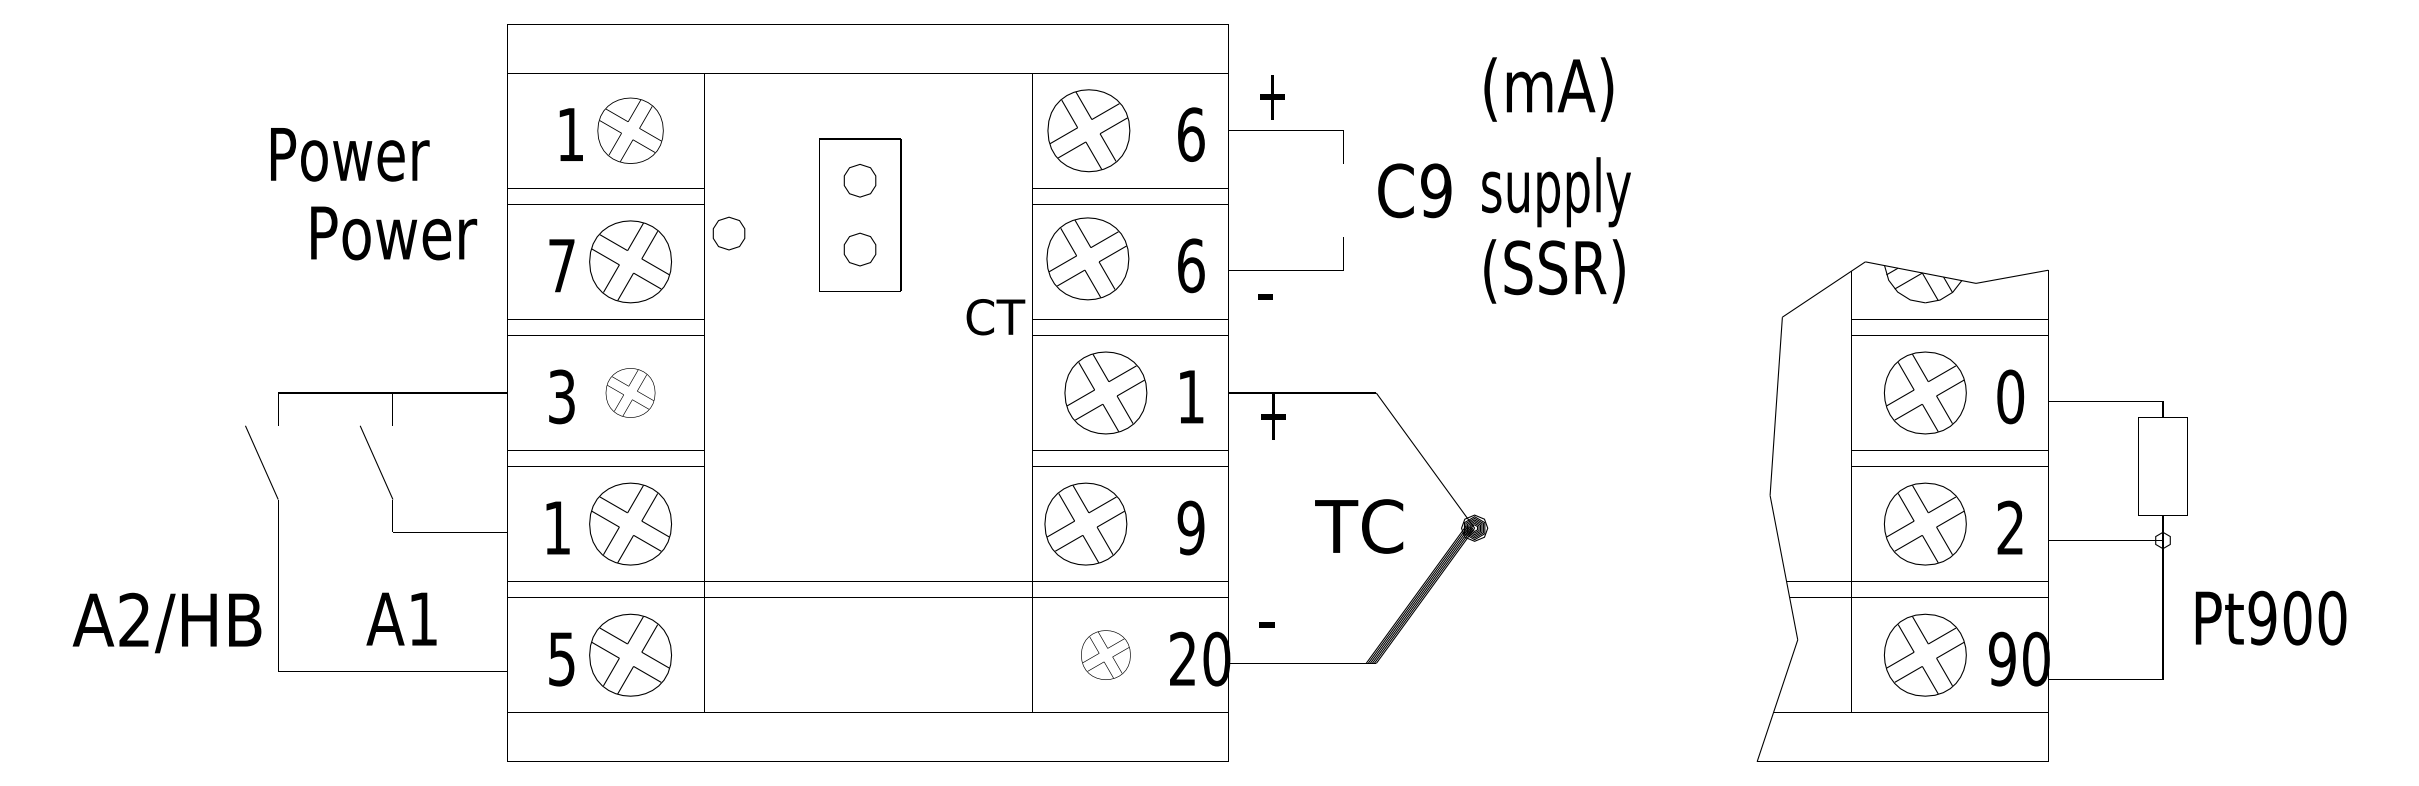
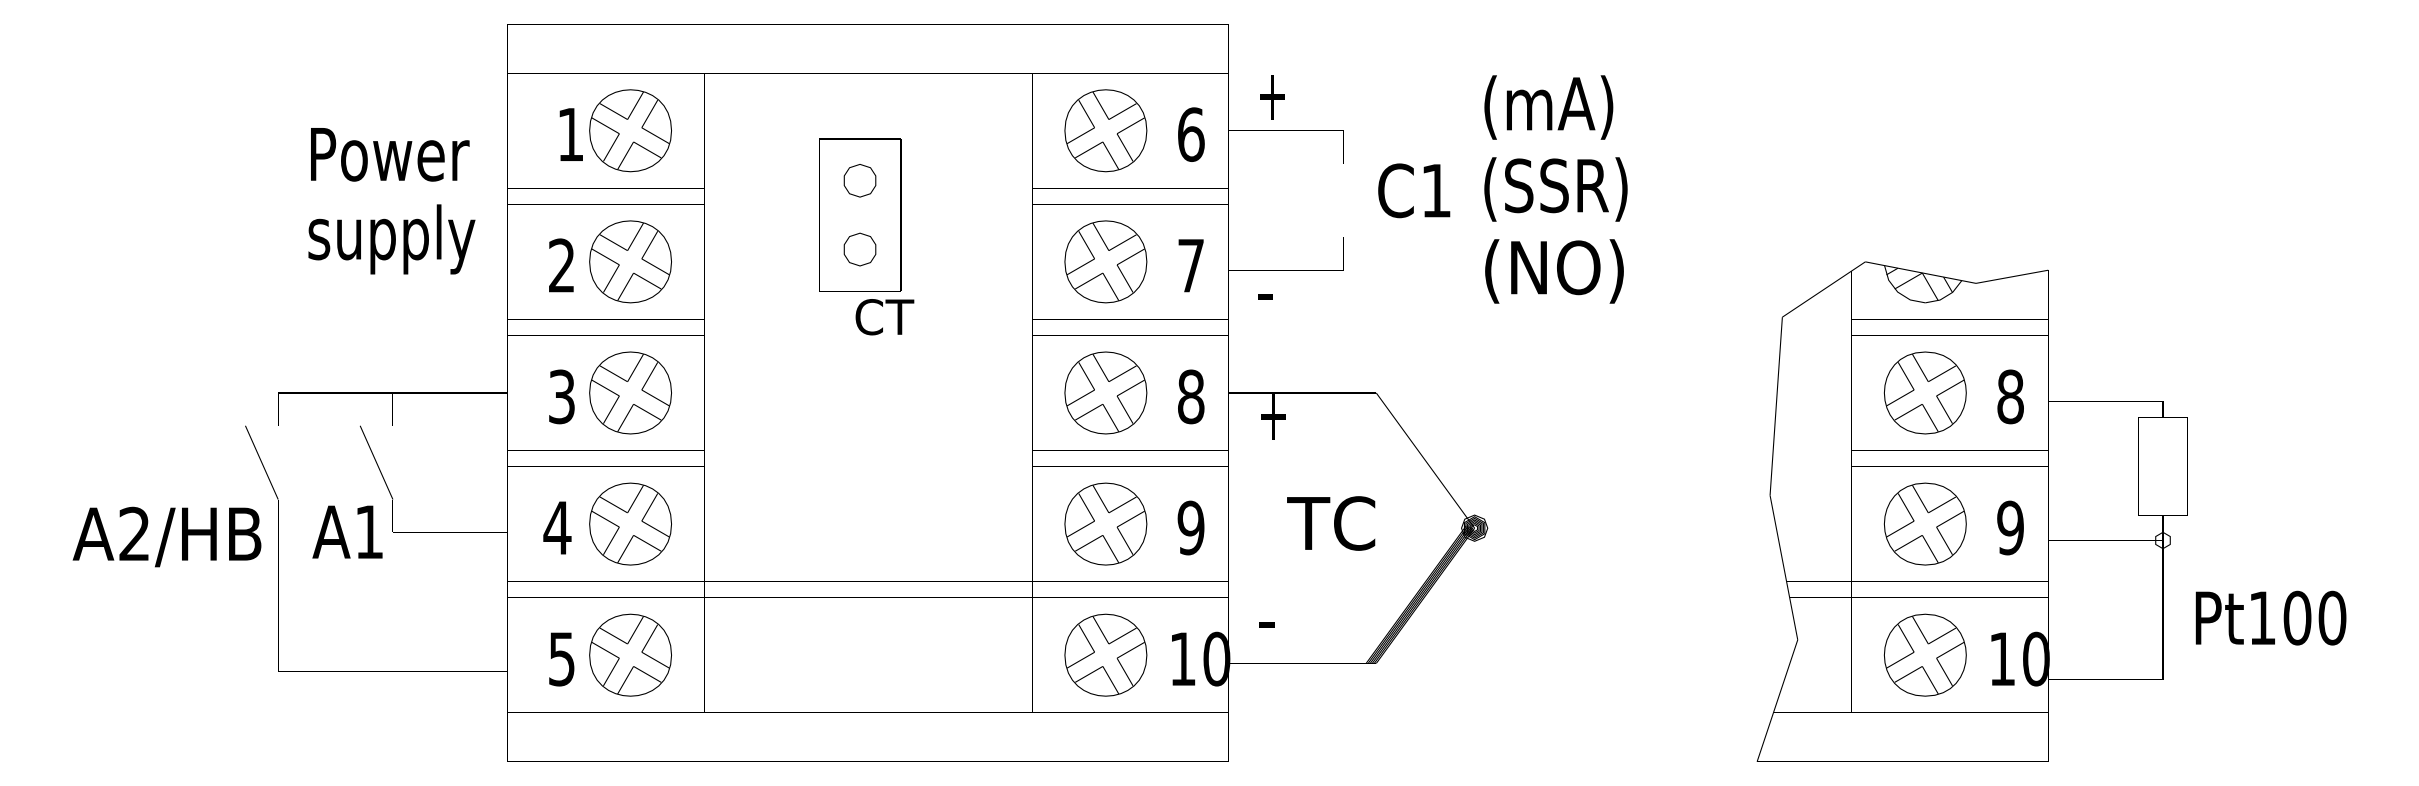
text at (1548, 89) position: (1548, 89) -> (1548, 107)
part at (630, 130) size: 67x67 px -> 83x84 px
part at (1088, 130) position: (1088, 130) -> (1105, 130)
text at (350, 154) position: (350, 154) -> (390, 154)
text at (1436, 190): C9 -> C1
text at (1556, 192): supply -> (SSR)
part at (728, 233): present -> none
text at (392, 239): Power -> supply
part at (1087, 258) position: (1087, 258) -> (1105, 261)
text at (561, 265): 7 -> 2
text at (1191, 265): 6 -> 7
text at (1554, 271): (SSR) -> (NO)
text at (995, 317) position: (995, 317) -> (884, 317)
part at (630, 392) size: 51x50 px -> 83x84 px
text at (1191, 396): 1 -> 8
text at (2010, 396): 0 -> 8
part at (1085, 523) position: (1085, 523) -> (1105, 523)
text at (1359, 526) position: (1359, 526) -> (1331, 523)
text at (557, 527): 1 -> 4
text at (2010, 527): 2 -> 9
text at (2262, 617): Pt900 -> Pt100
text at (401, 618) position: (401, 618) -> (347, 531)
text at (166, 622) position: (166, 622) -> (166, 536)
part at (1105, 654) size: 50x50 px -> 84x84 px
text at (1182, 658): 20 -> 10
text at (2002, 658): 90 -> 10
